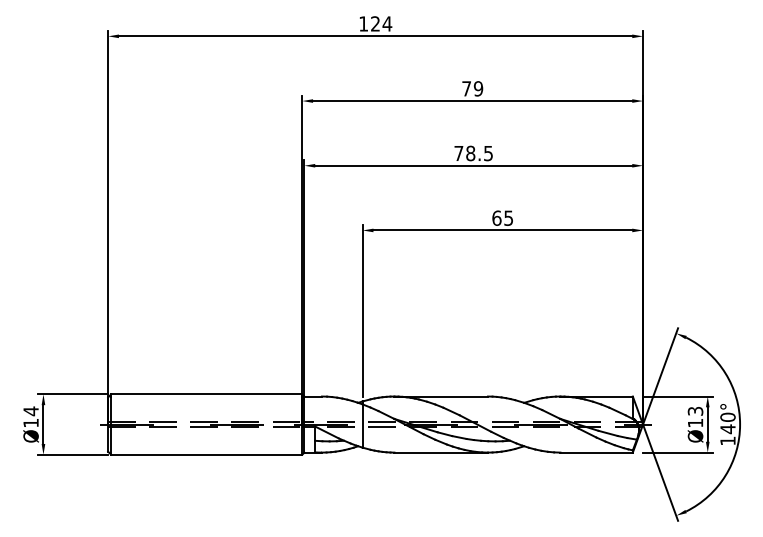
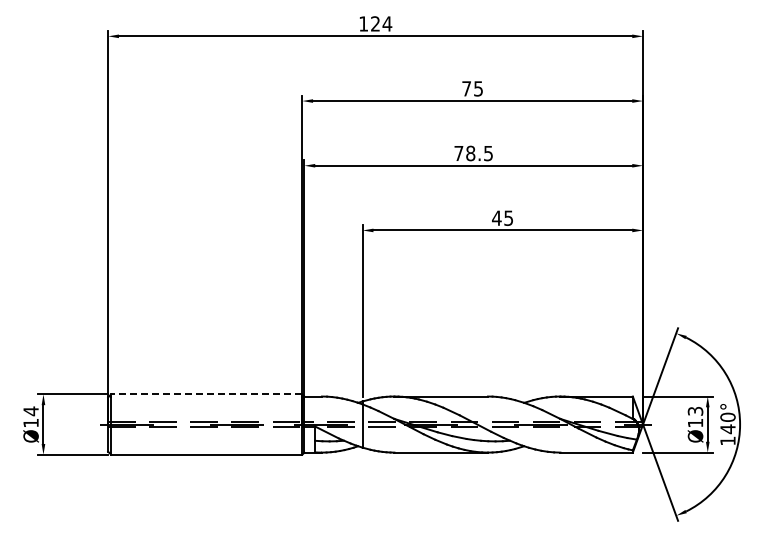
text at (478, 88): 79 -> 75
text at (496, 217): 65 -> 45
line at (206, 394): solid -> dashed
